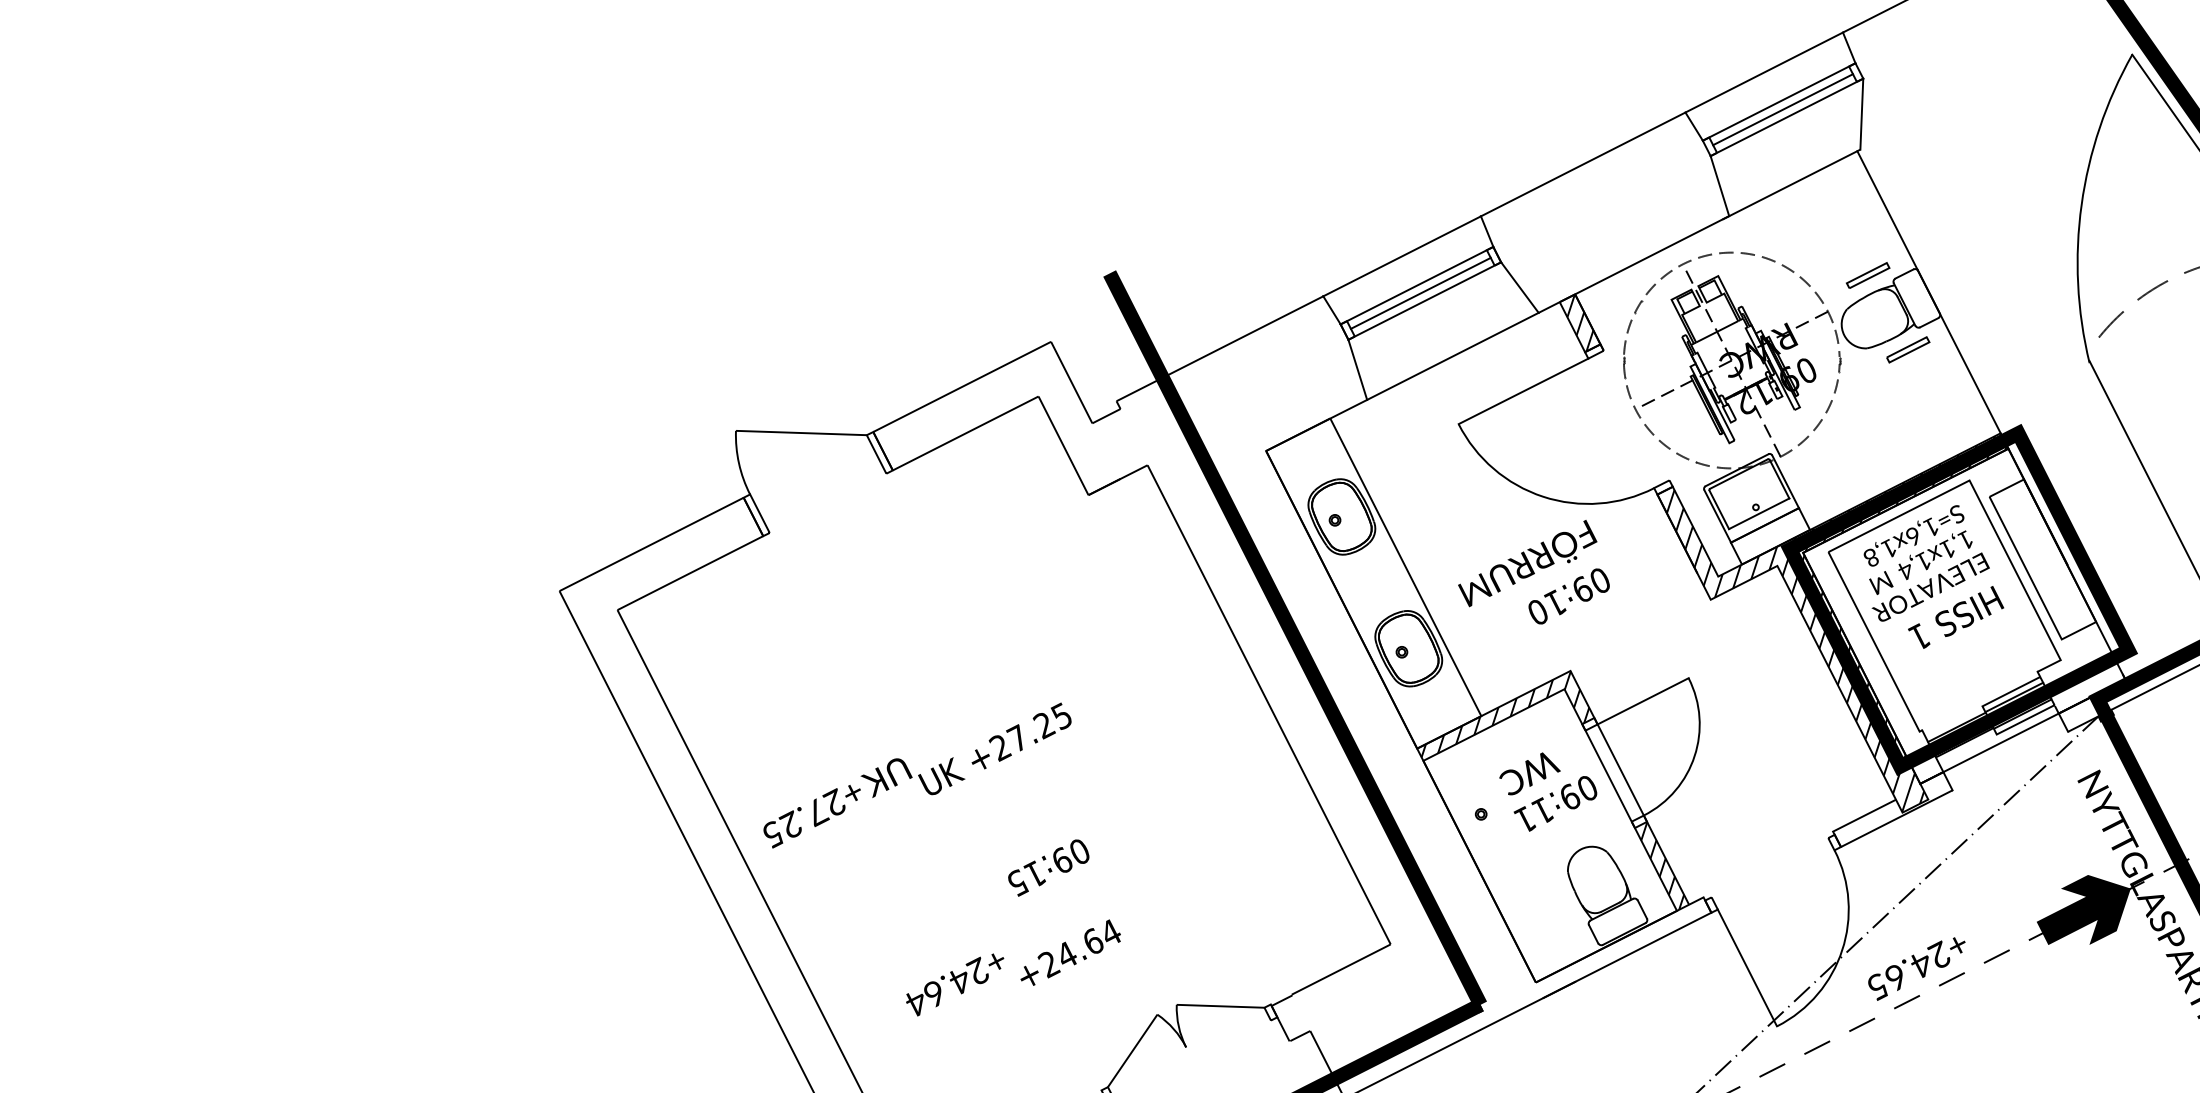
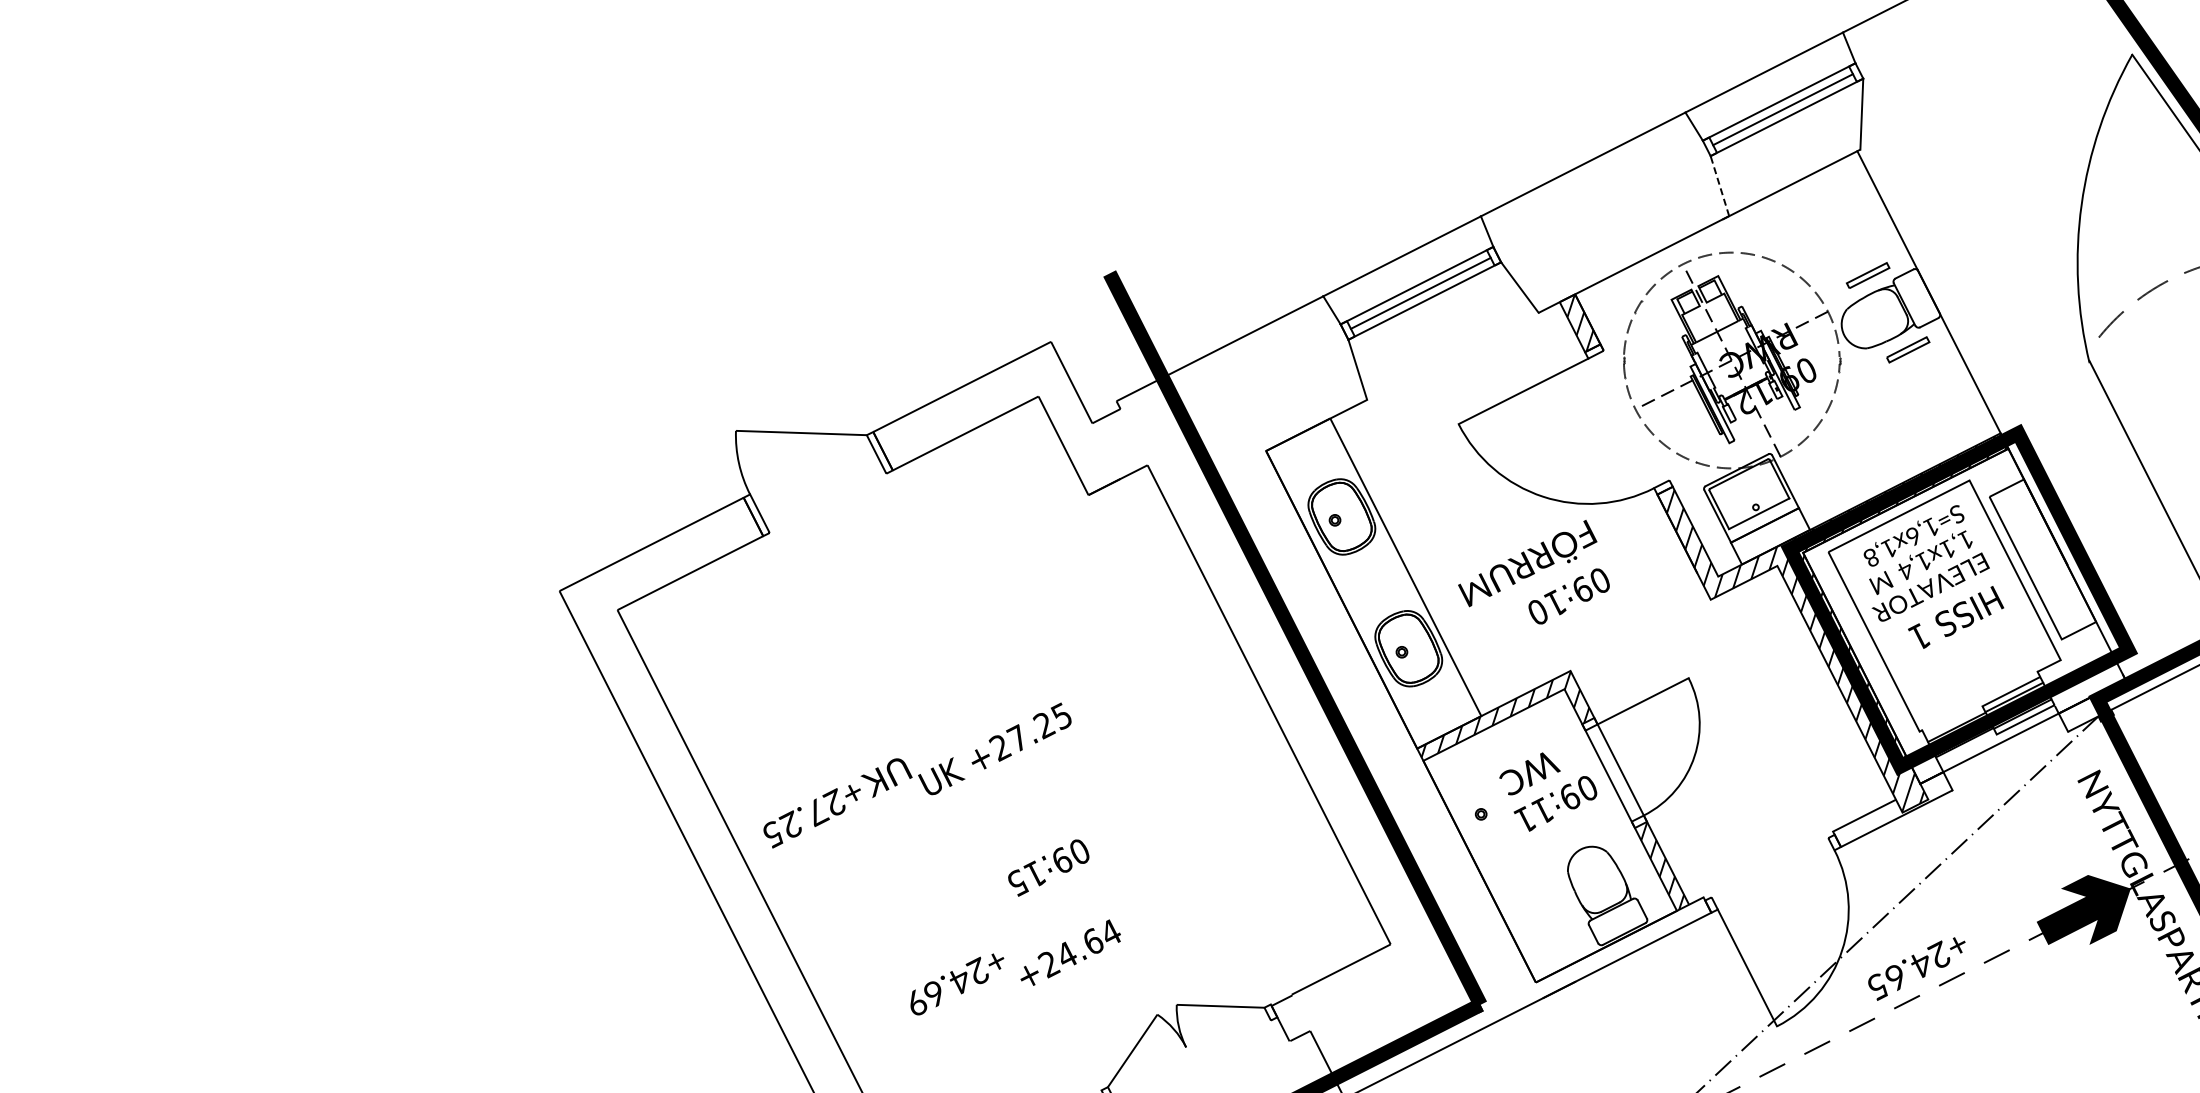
line at (1719, 185): solid -> dashed
line at (1452, 355): present -> none
text at (916, 1002): +24.64 -> +24.69
